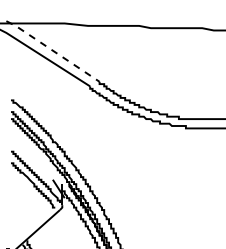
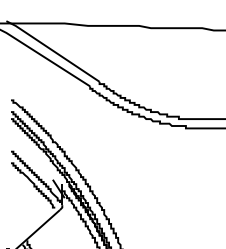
line at (53, 50): dashed -> solid
